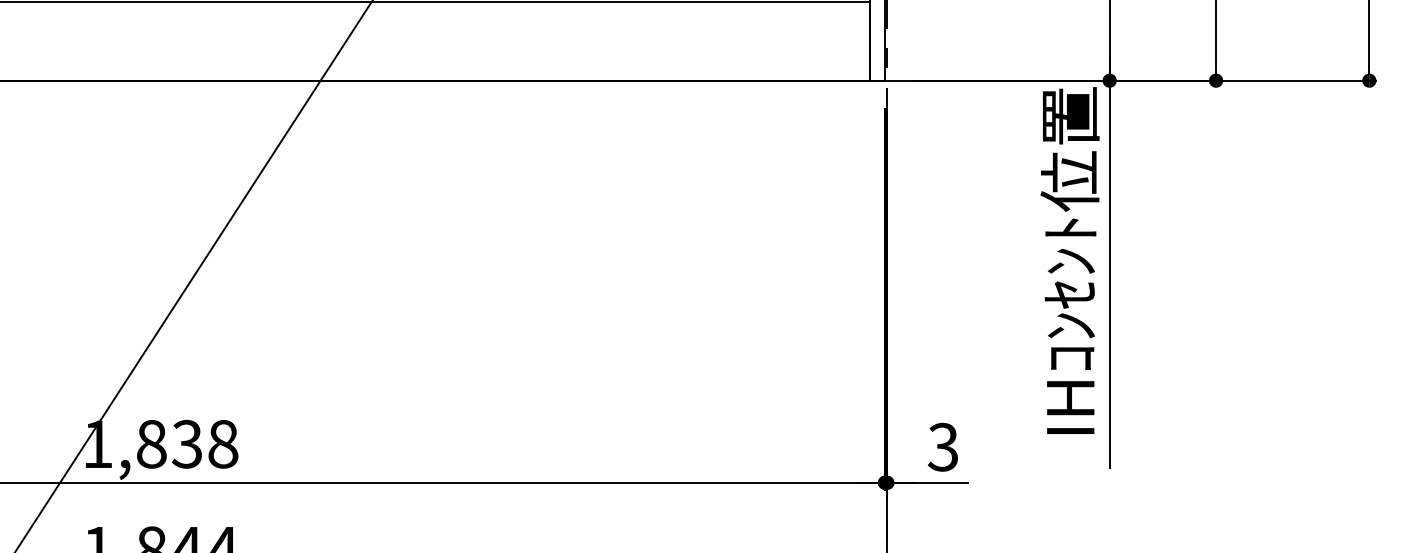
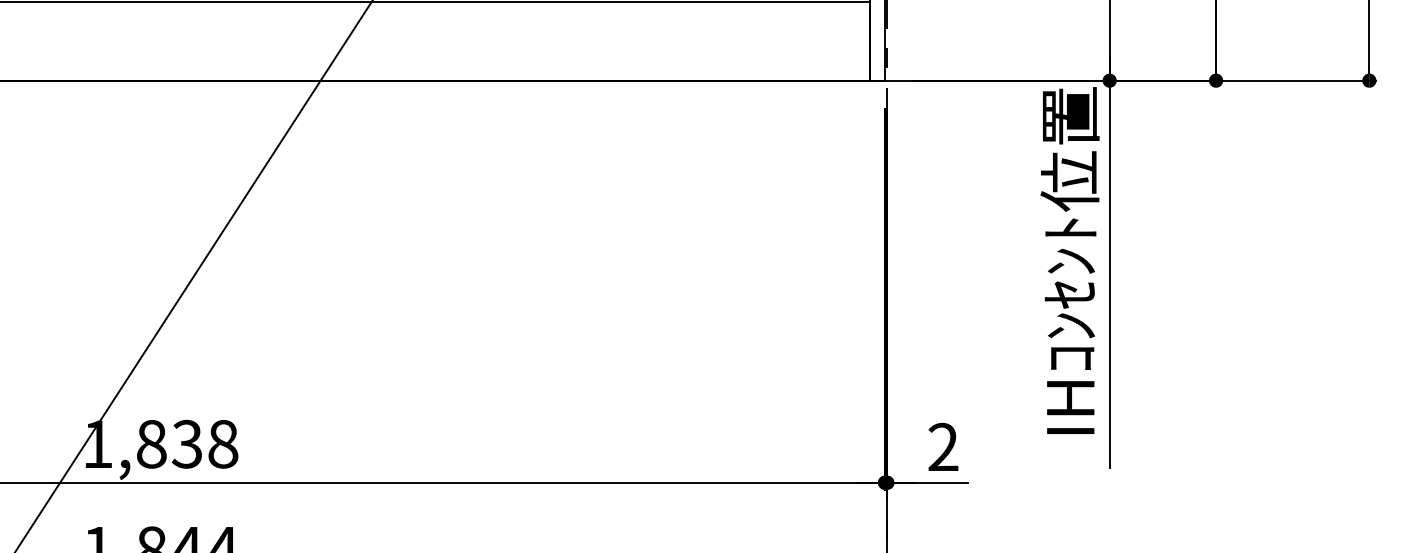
text at (942, 447): 3 -> 2
